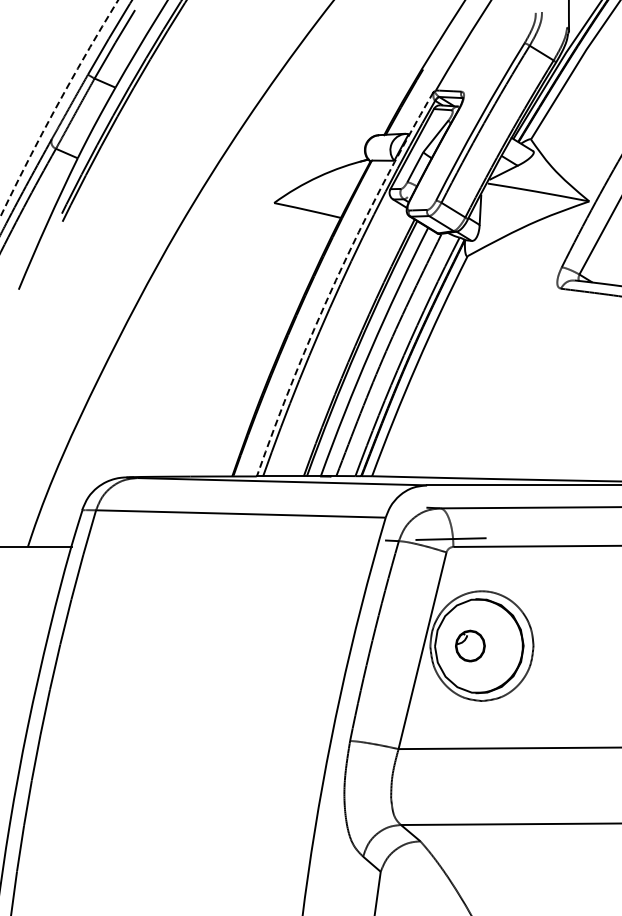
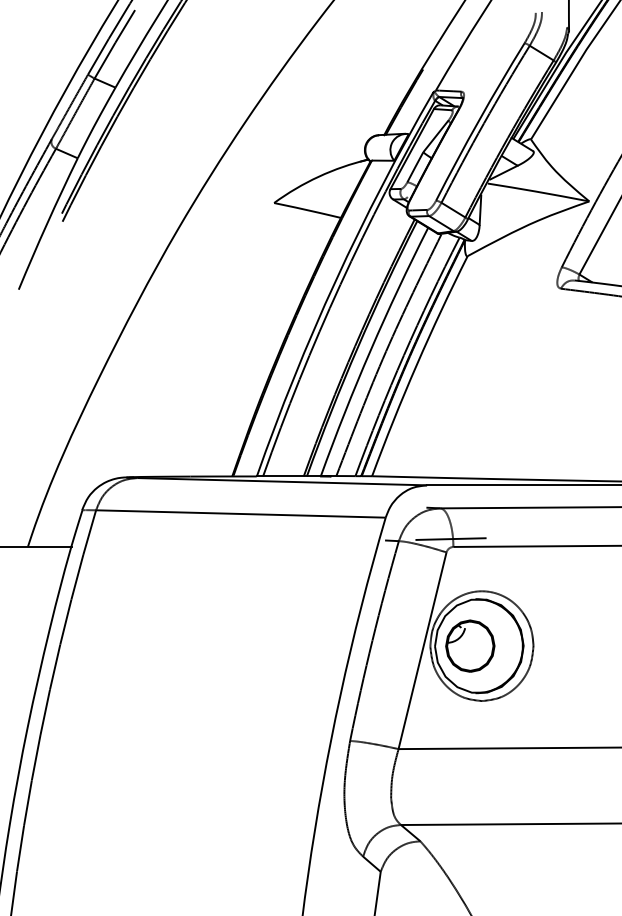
arc at (56, 108): dashed -> solid
arc at (336, 280): dashed -> solid
part at (470, 645) size: 31x34 px -> 51x54 px
